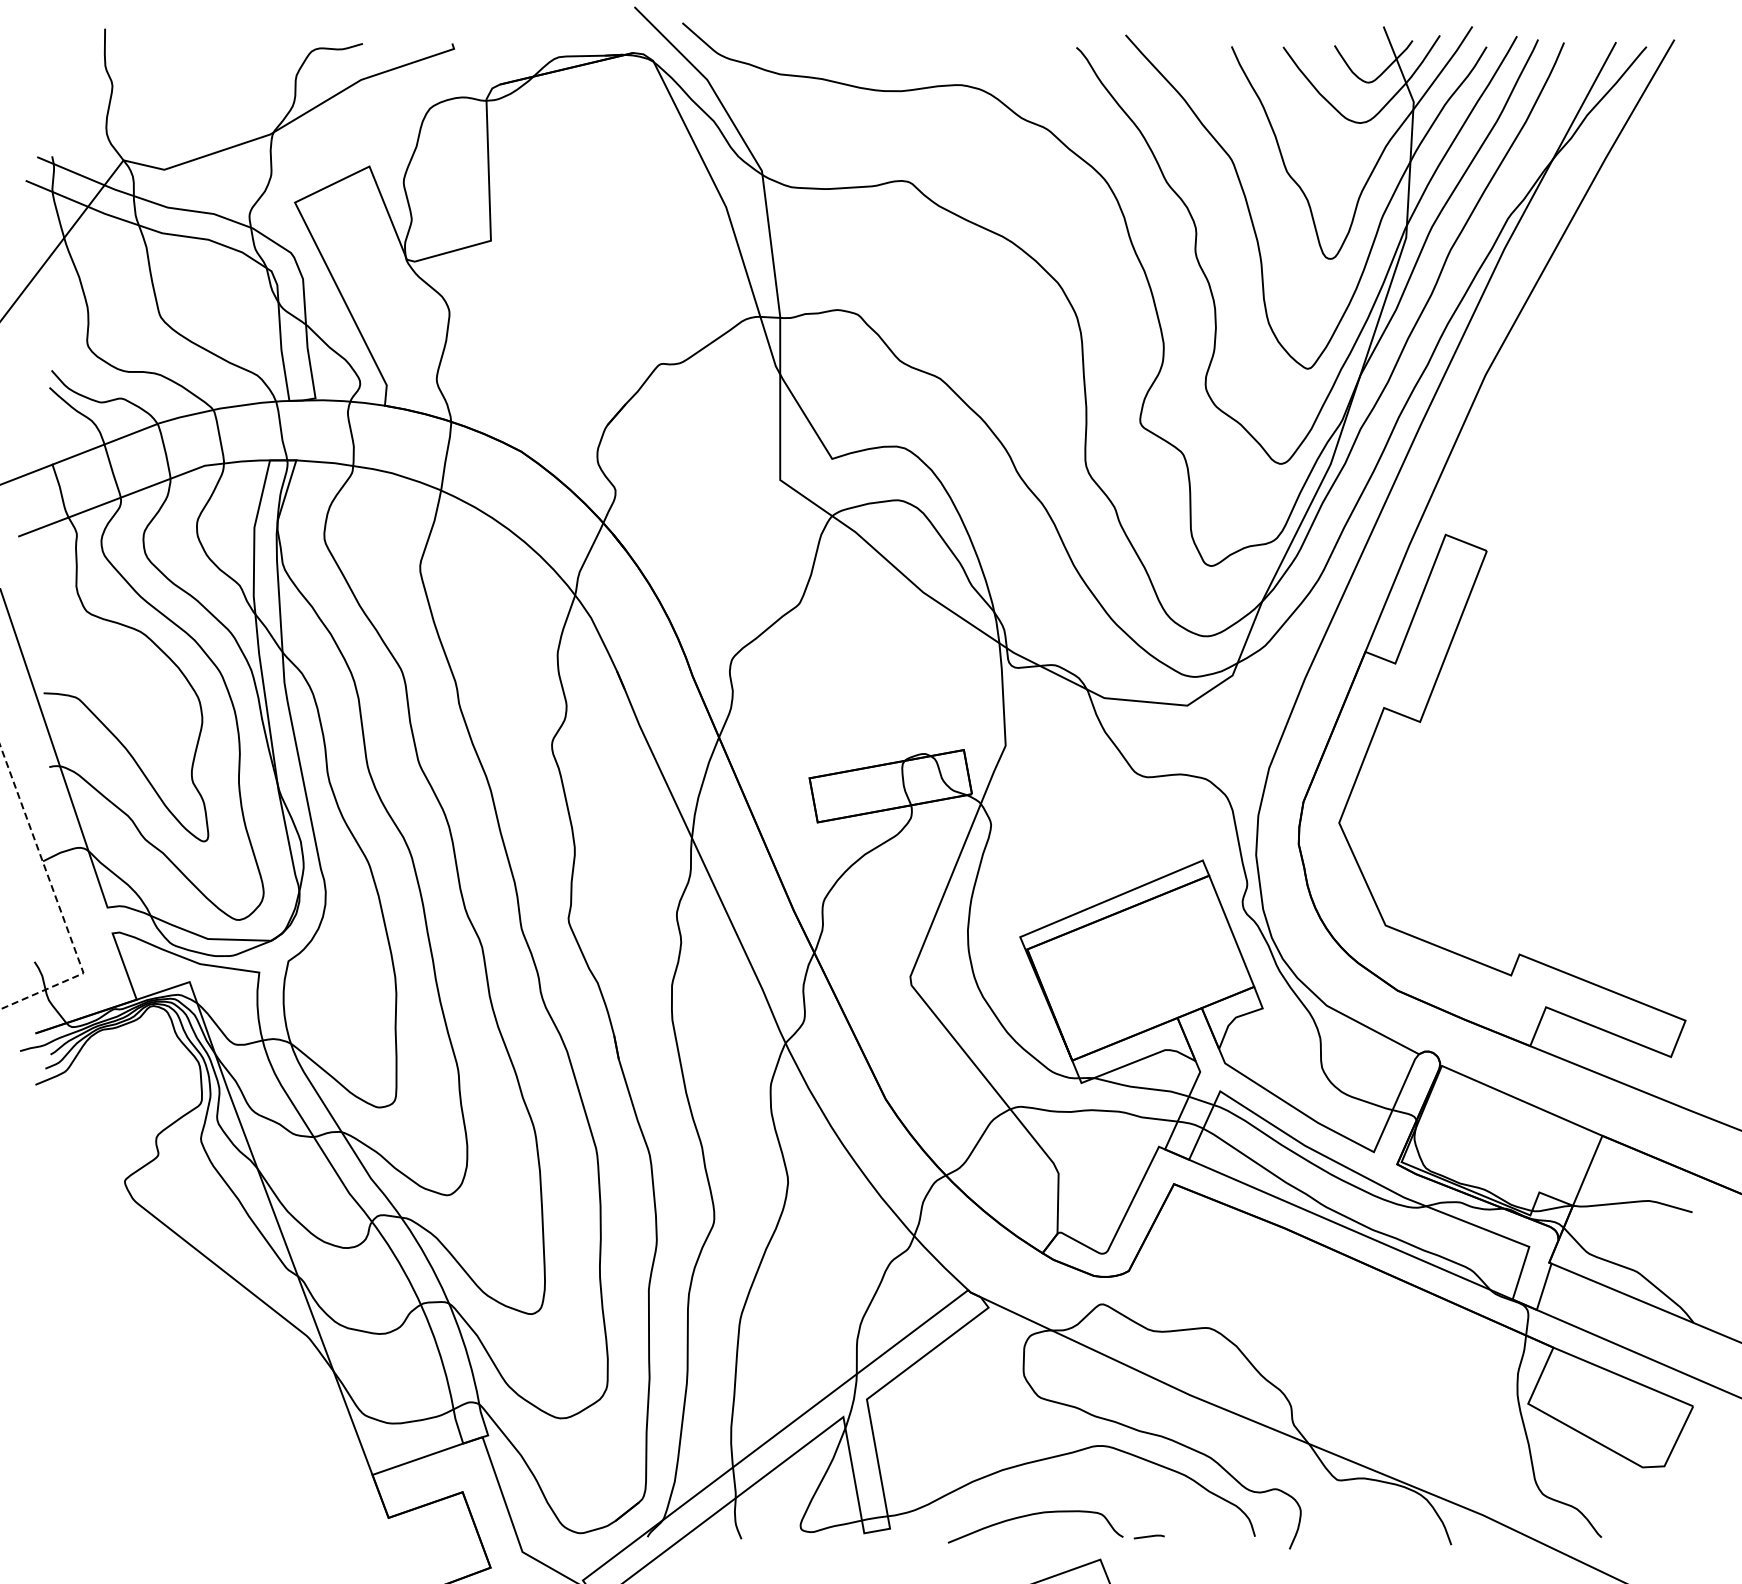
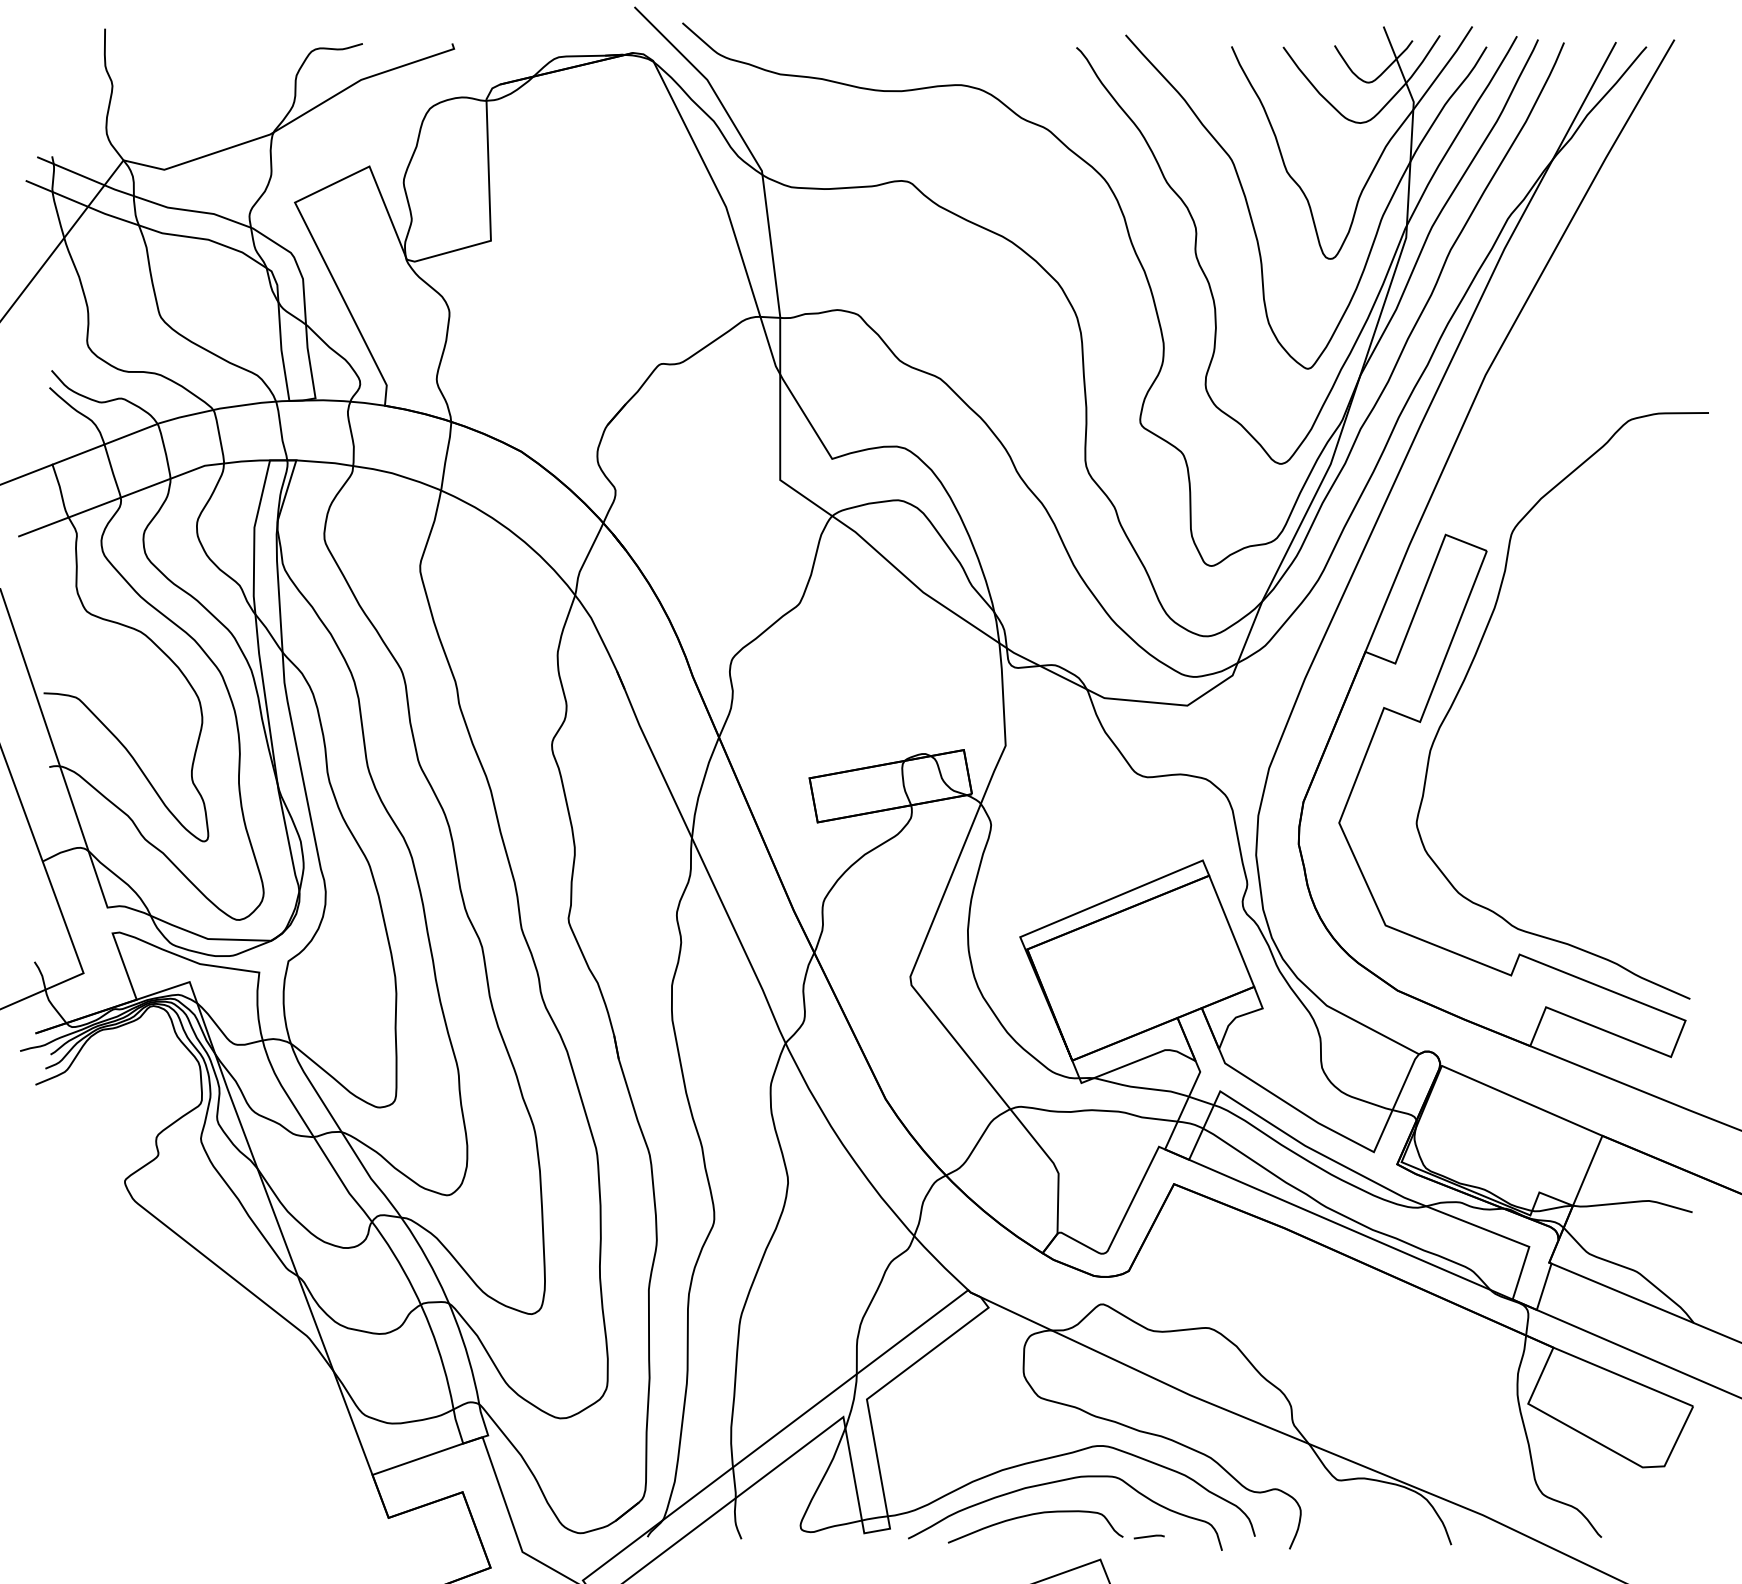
curve at (1473, 662): none -> present
line at (57, 901): dashed -> solid
curve at (1058, 1482): none -> present
